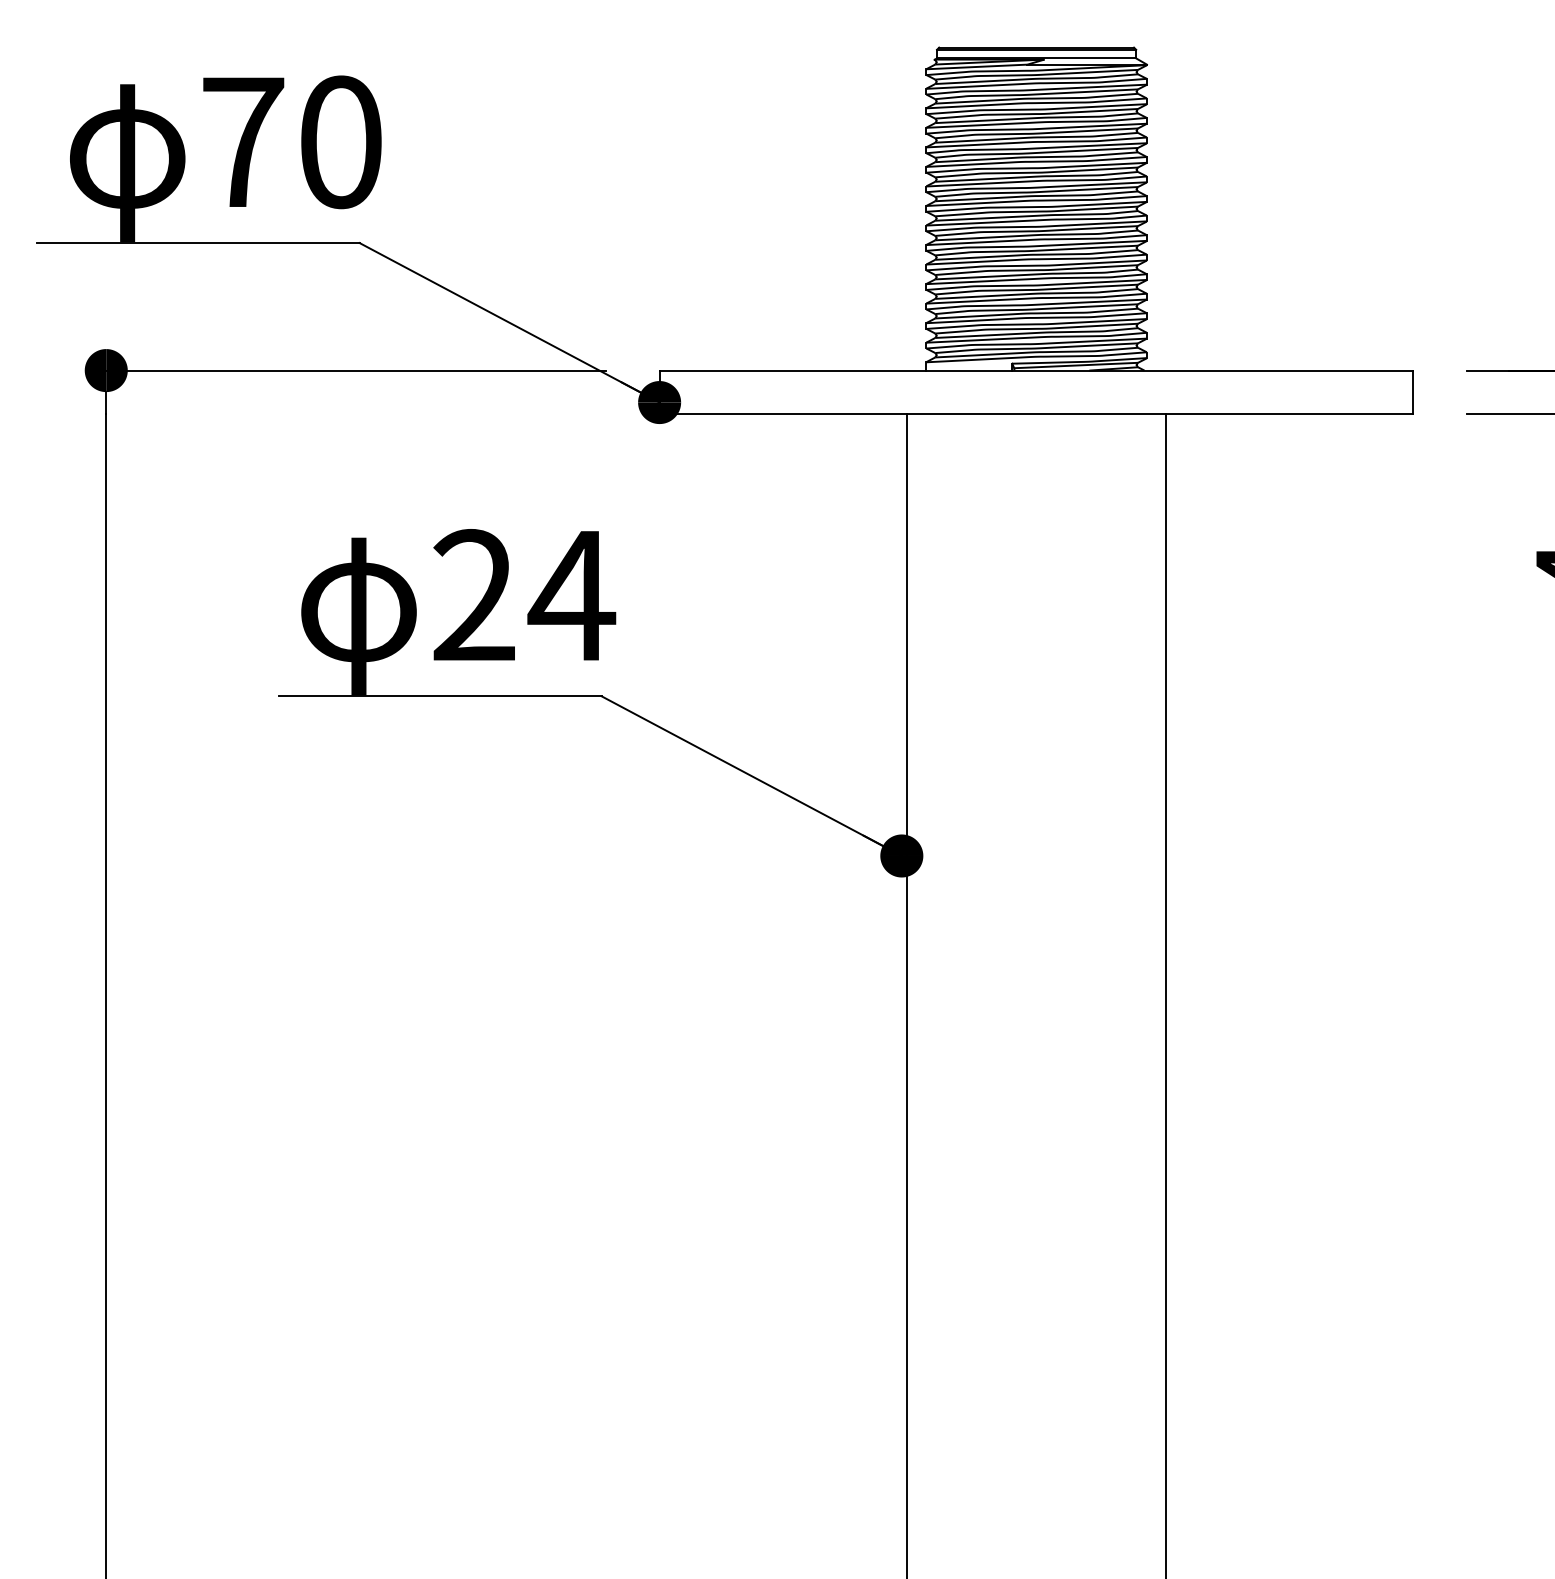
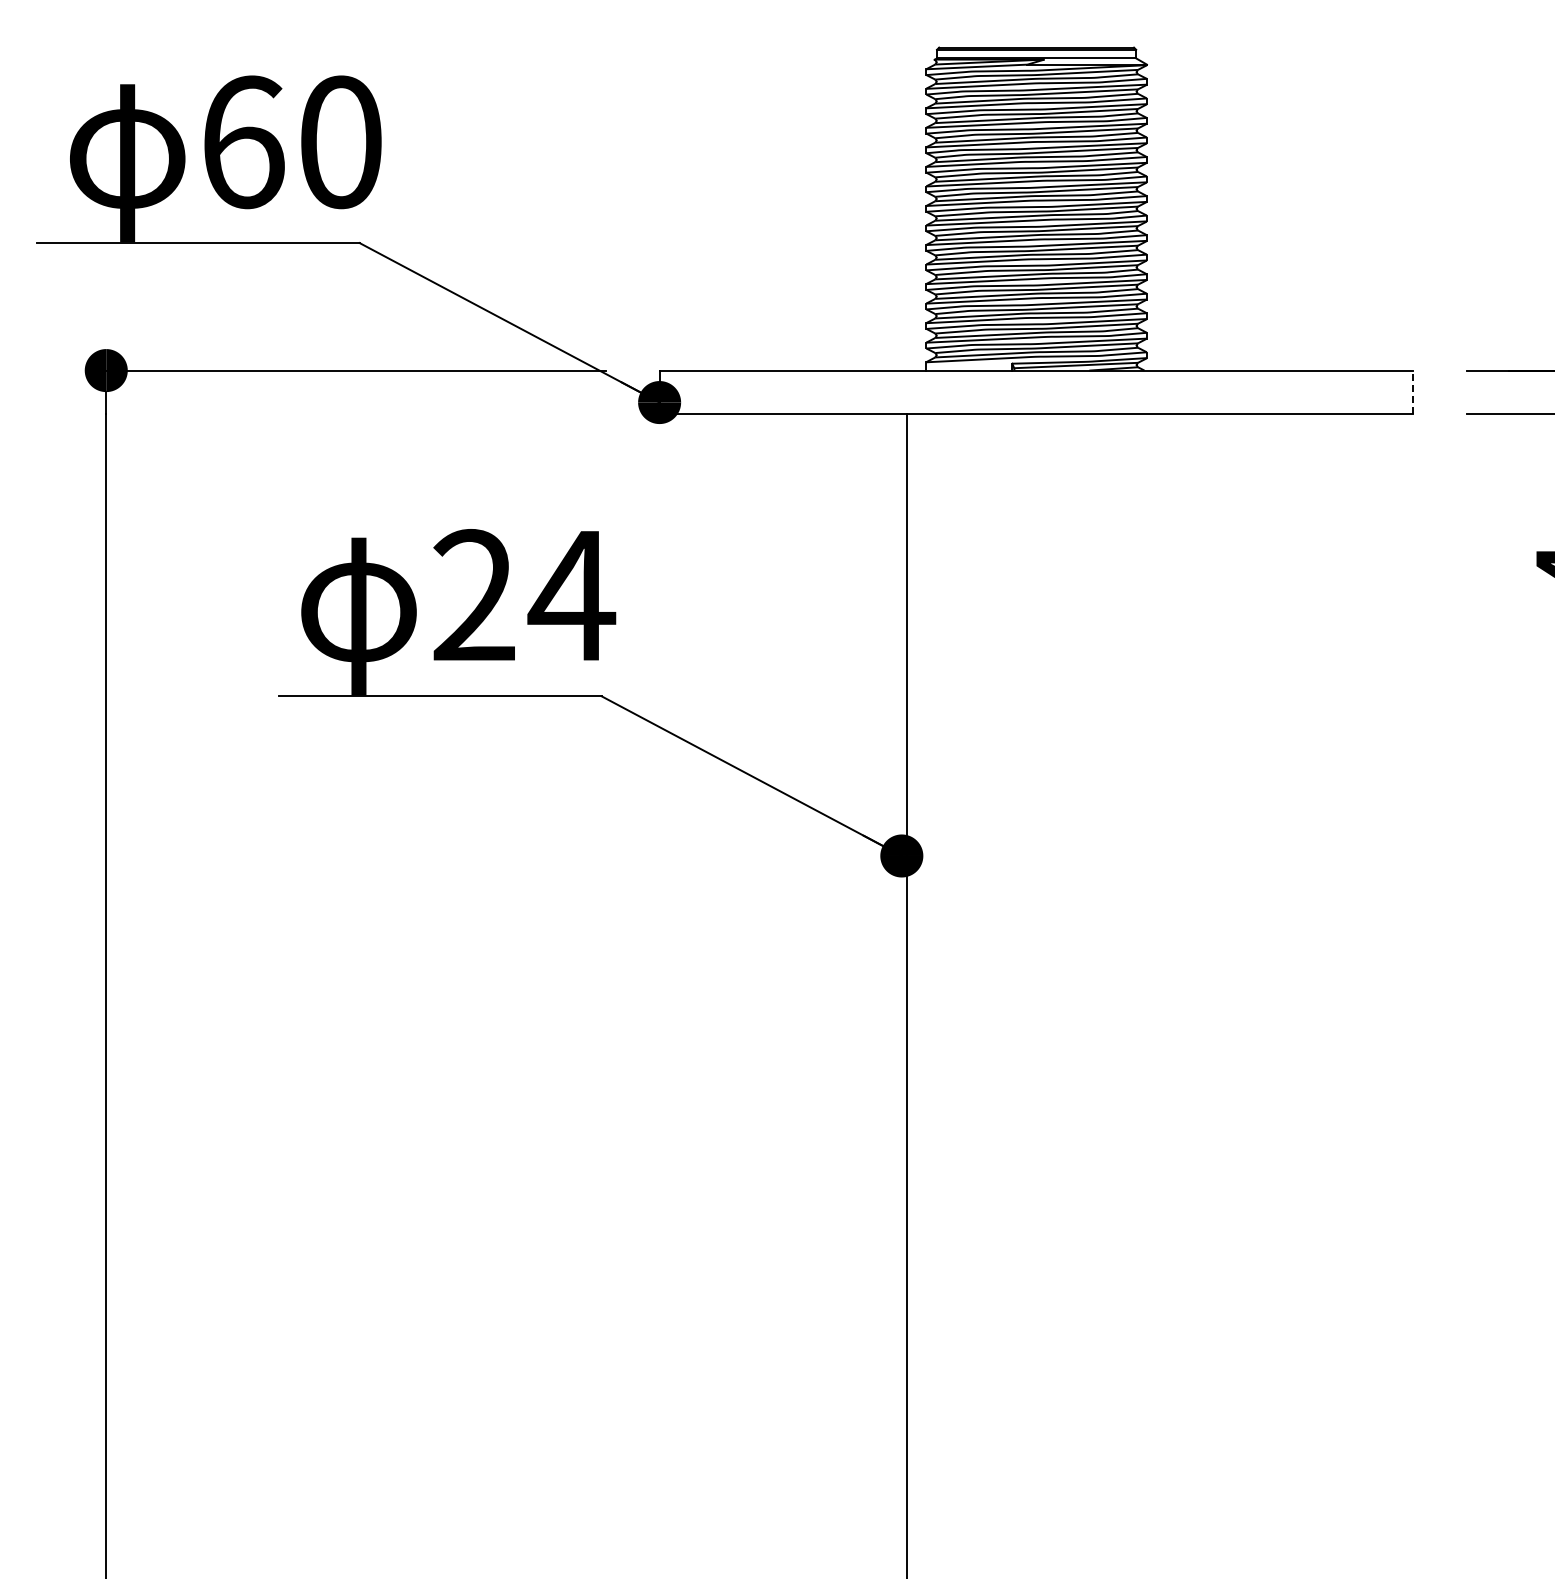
text at (243, 142): 70 -> 60
line at (1413, 392): solid -> dashed
line at (1165, 994): present -> none
